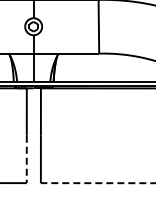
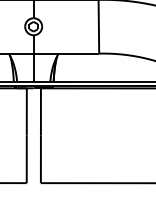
line at (26, 159): dashed -> solid
line at (97, 183): dashed -> solid
